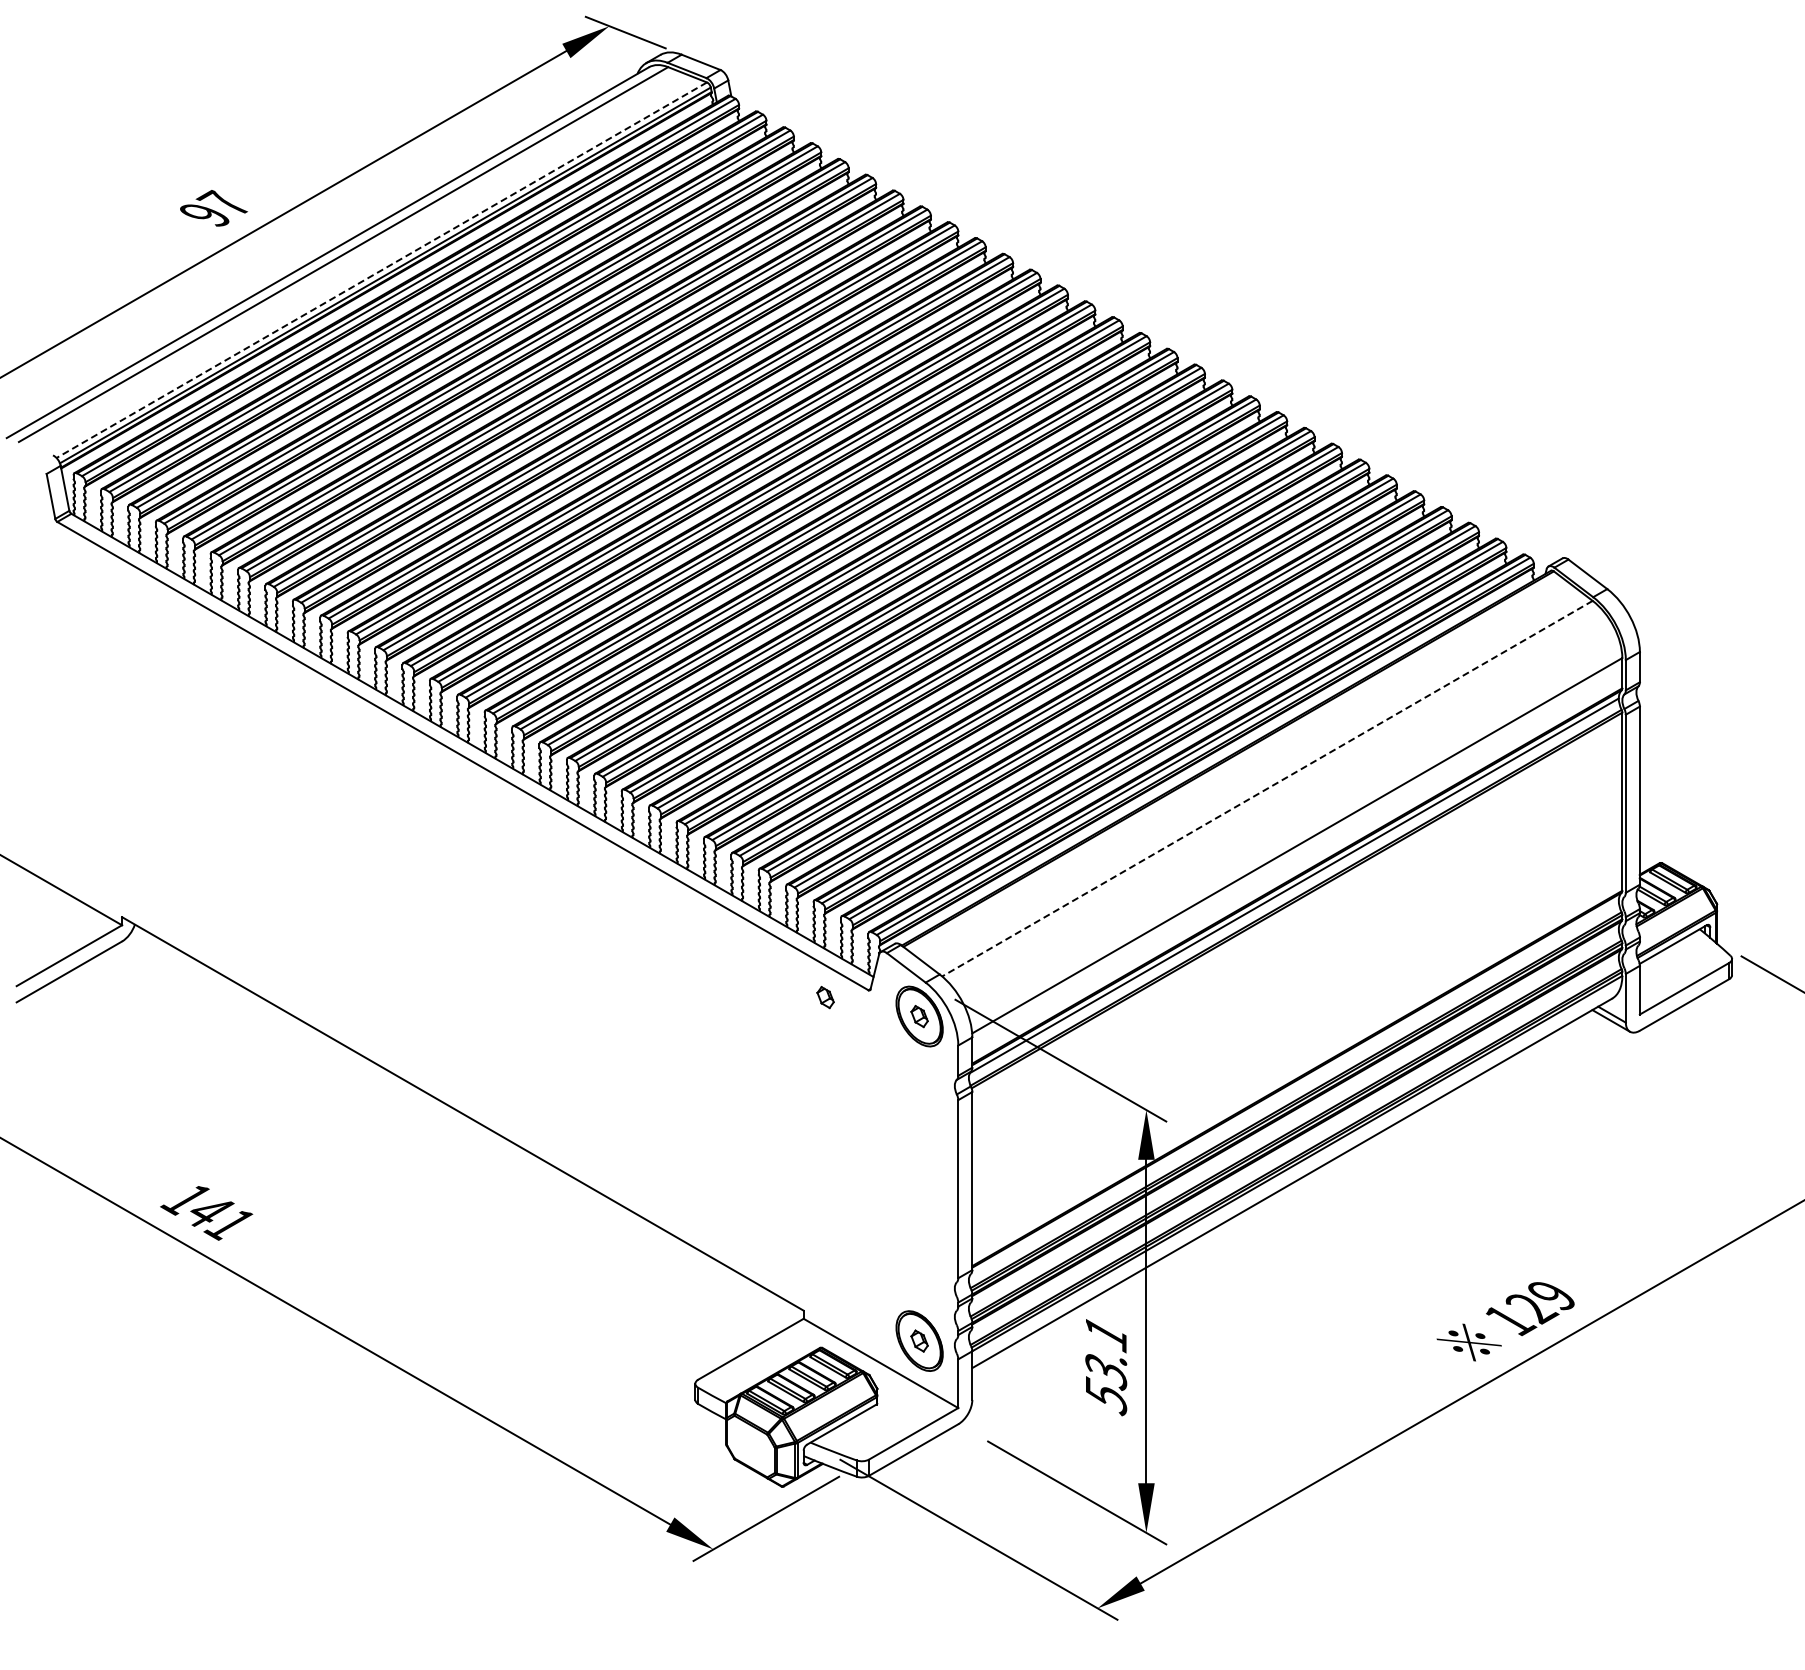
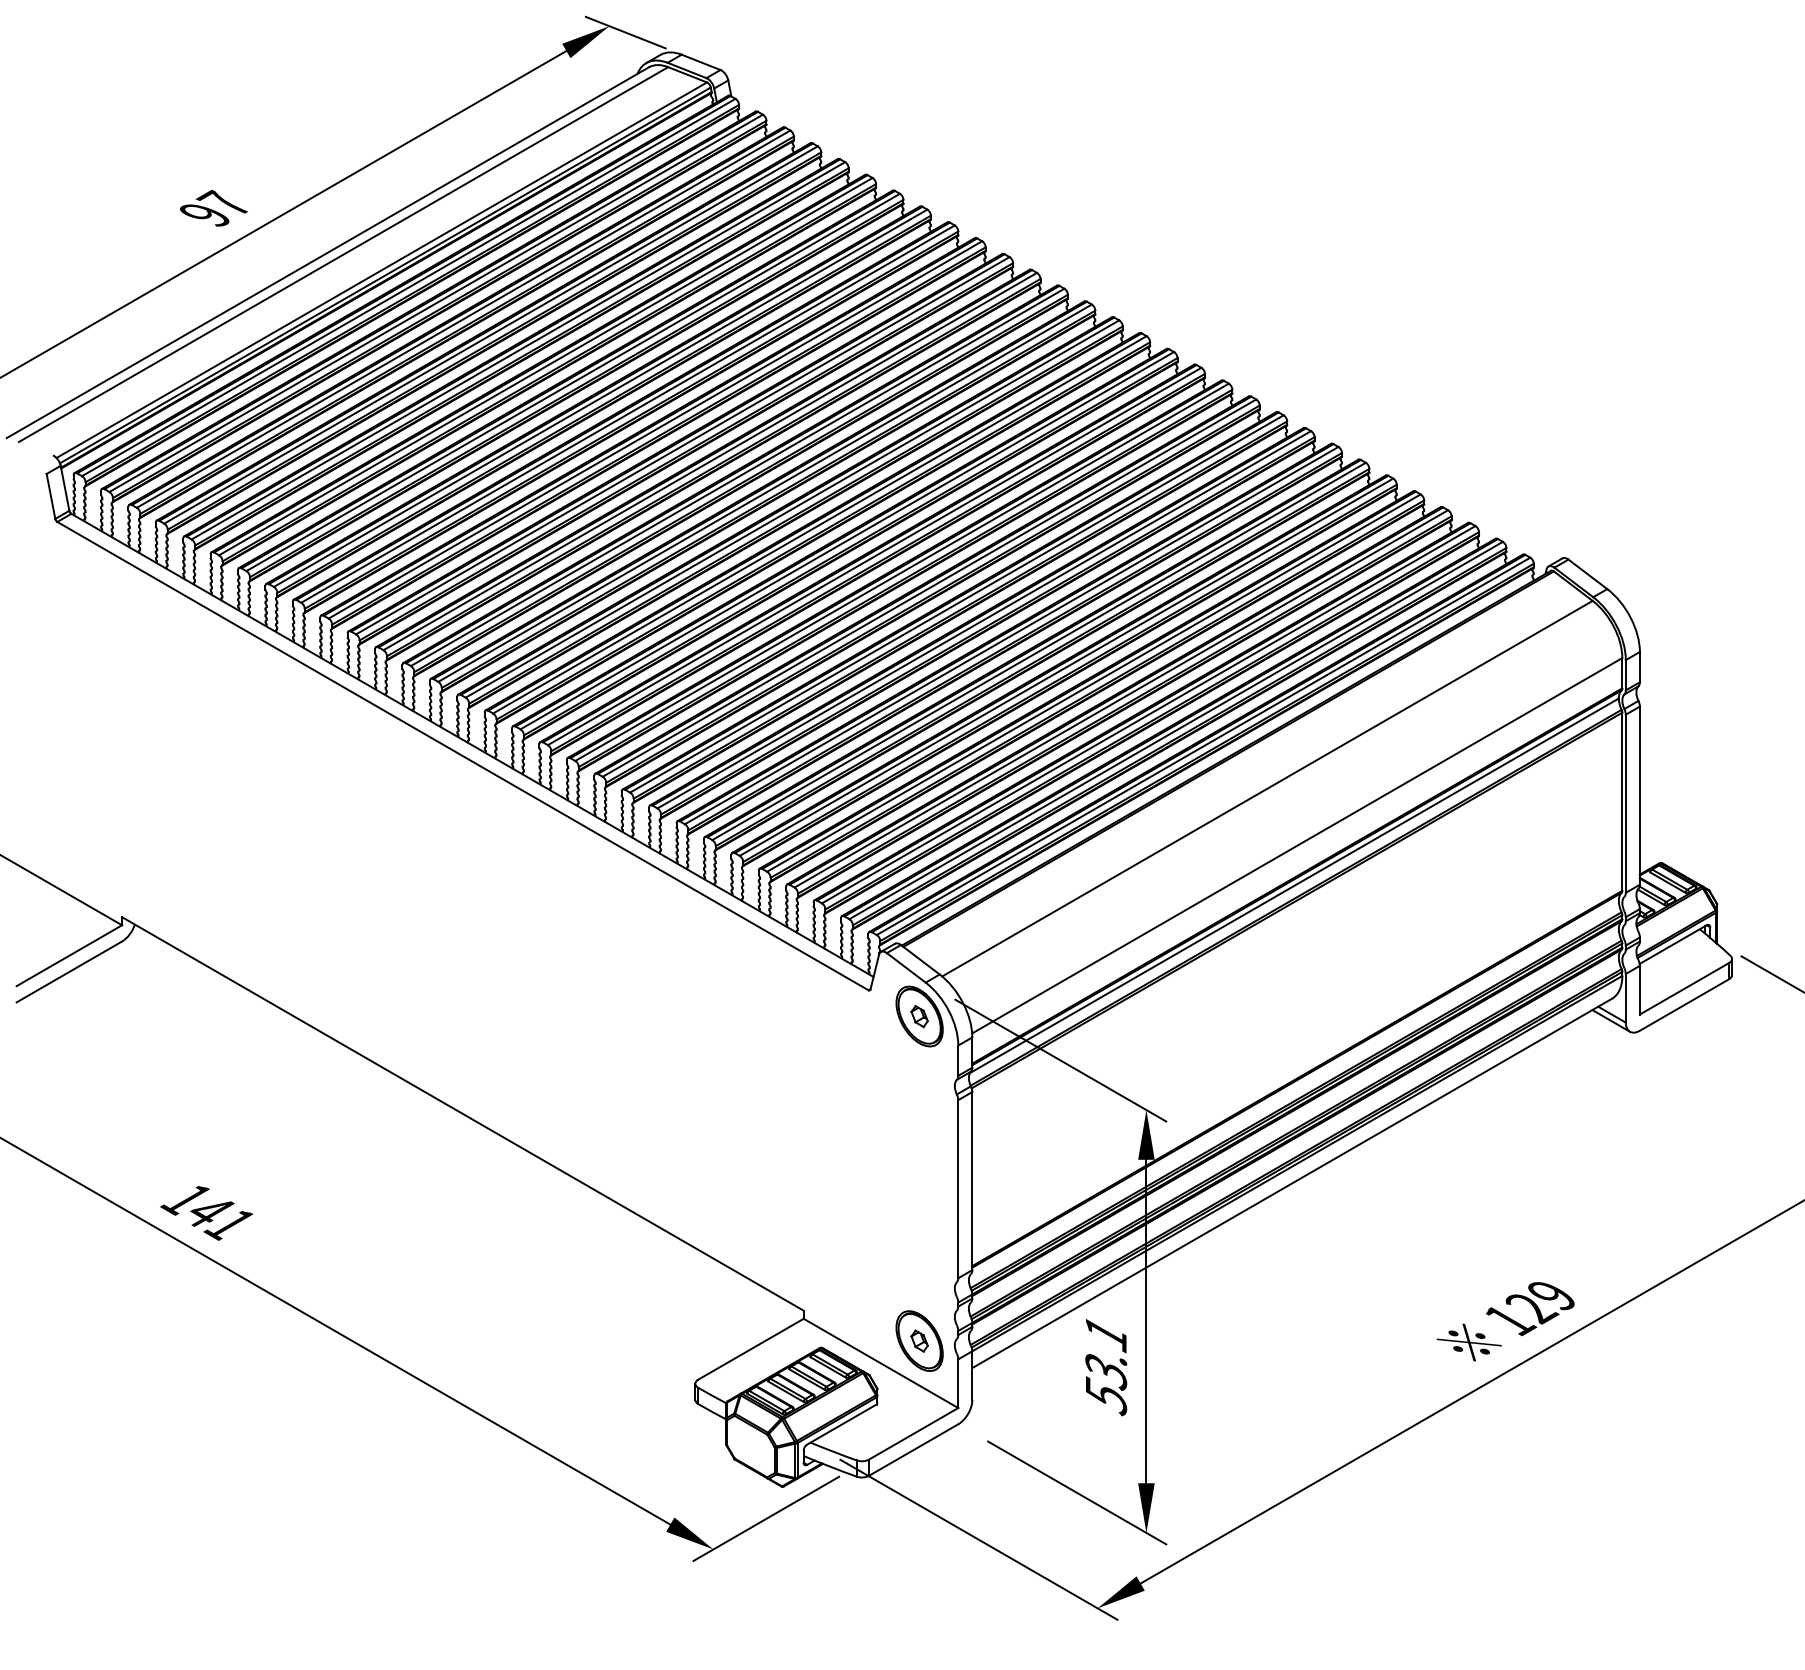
line at (381, 270): dashed -> solid
line at (1267, 788): dashed -> solid
part at (825, 997): present -> none
